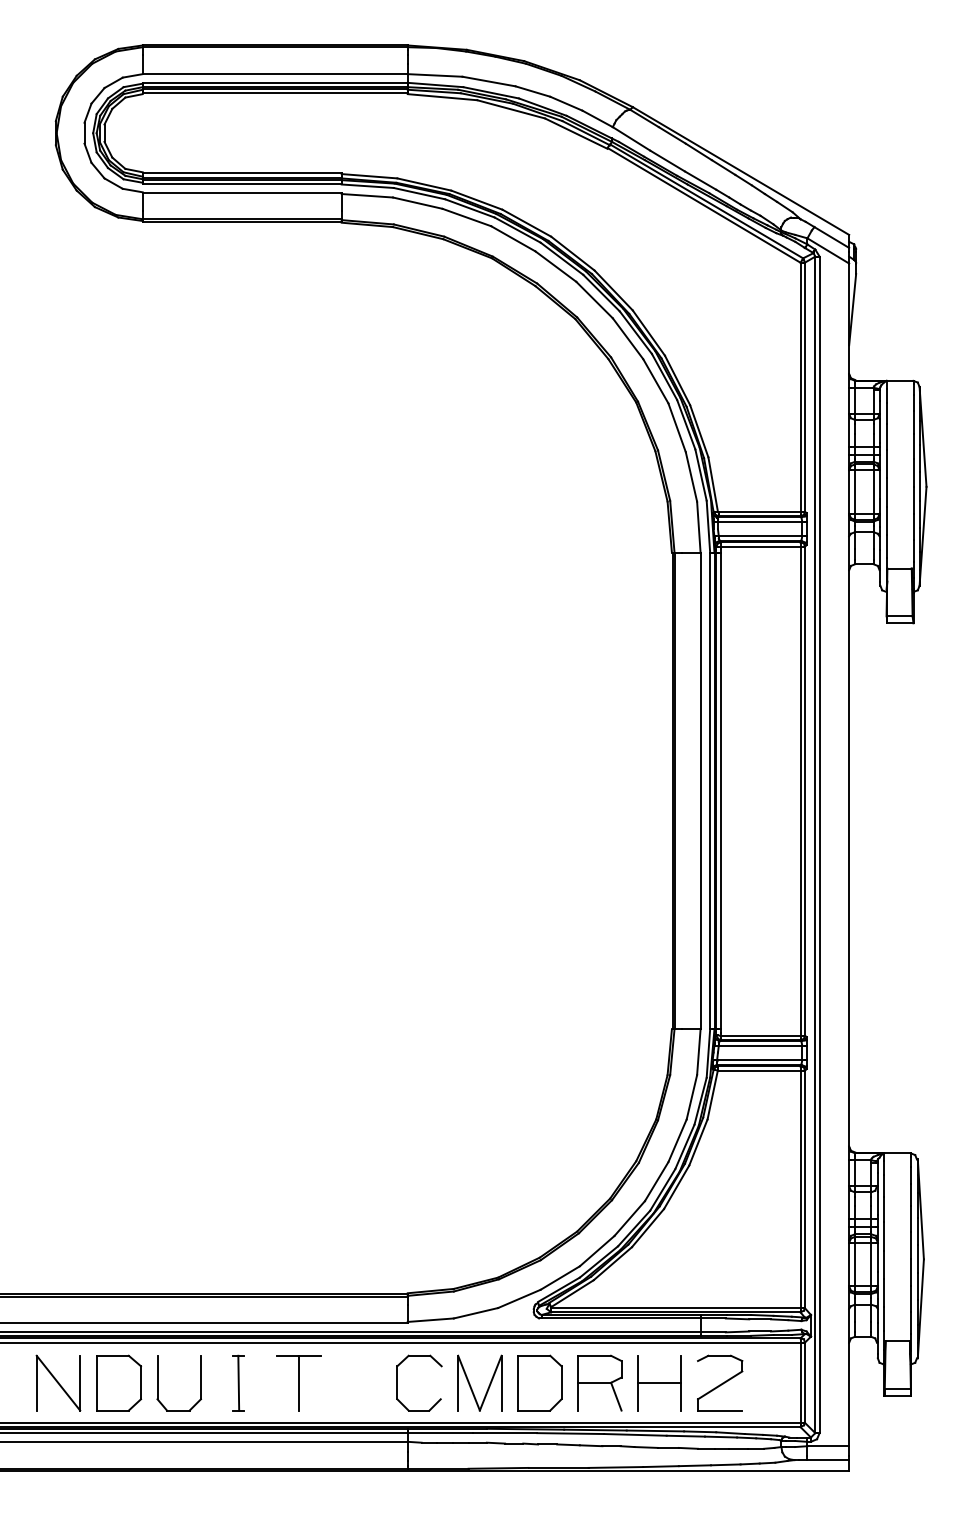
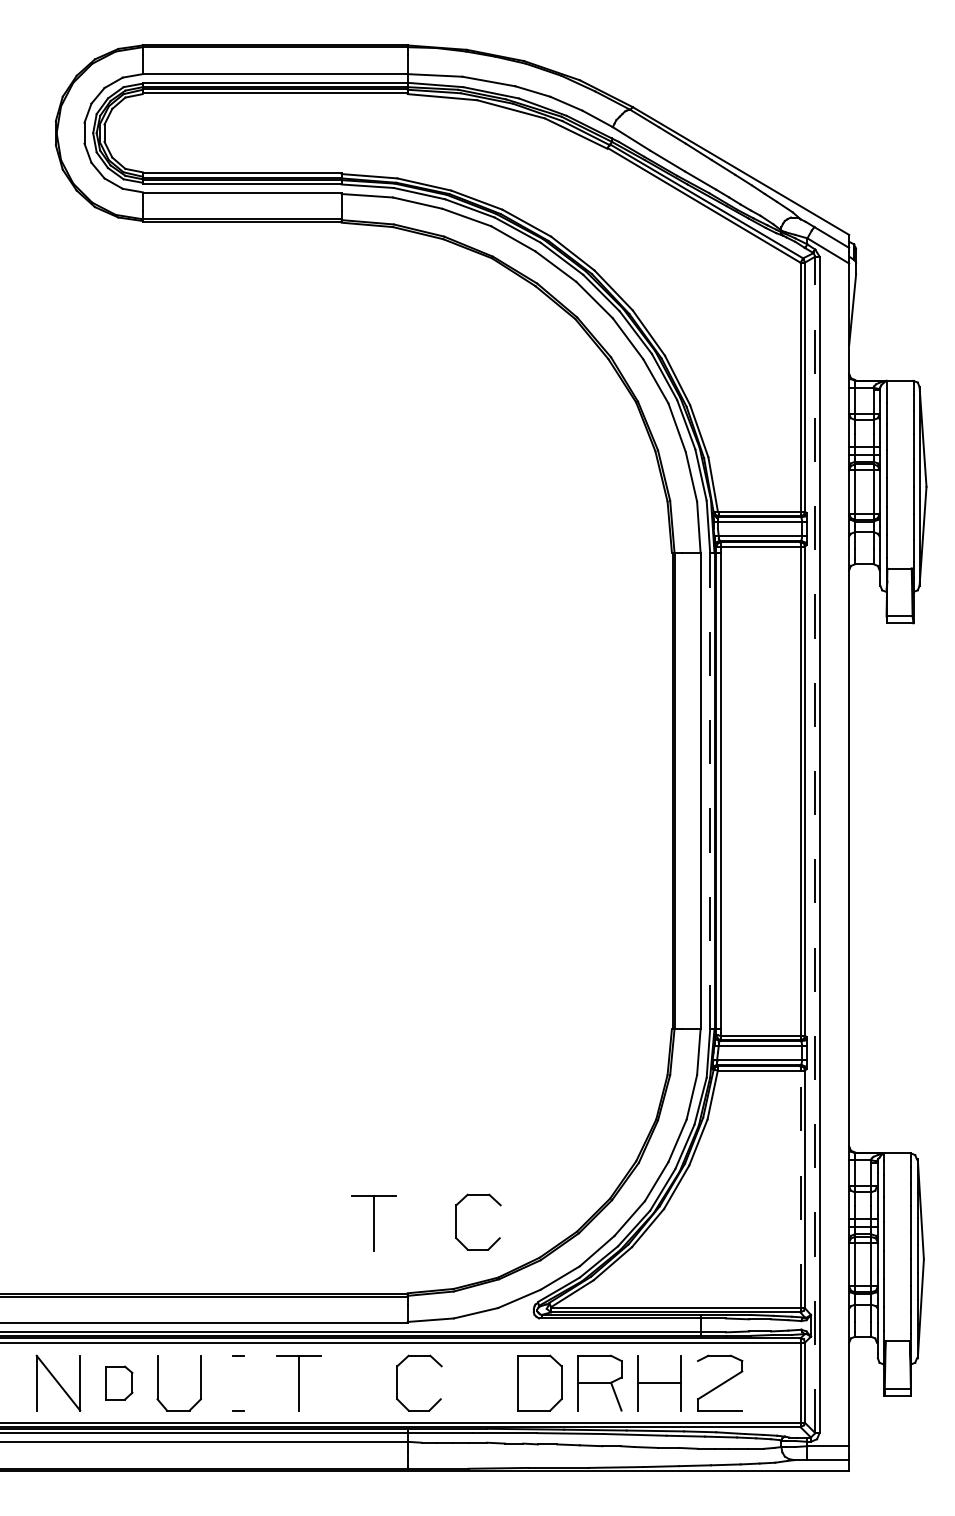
line at (710, 790): solid -> dashed
line at (815, 844): solid -> dashed
line at (800, 1189): solid -> dashed
part at (456, 1221): none -> present
part at (373, 1223): none -> present
part at (119, 1382) size: 47x58 px -> 29x36 px
line at (238, 1382): present -> none
part at (471, 1386): present -> none
